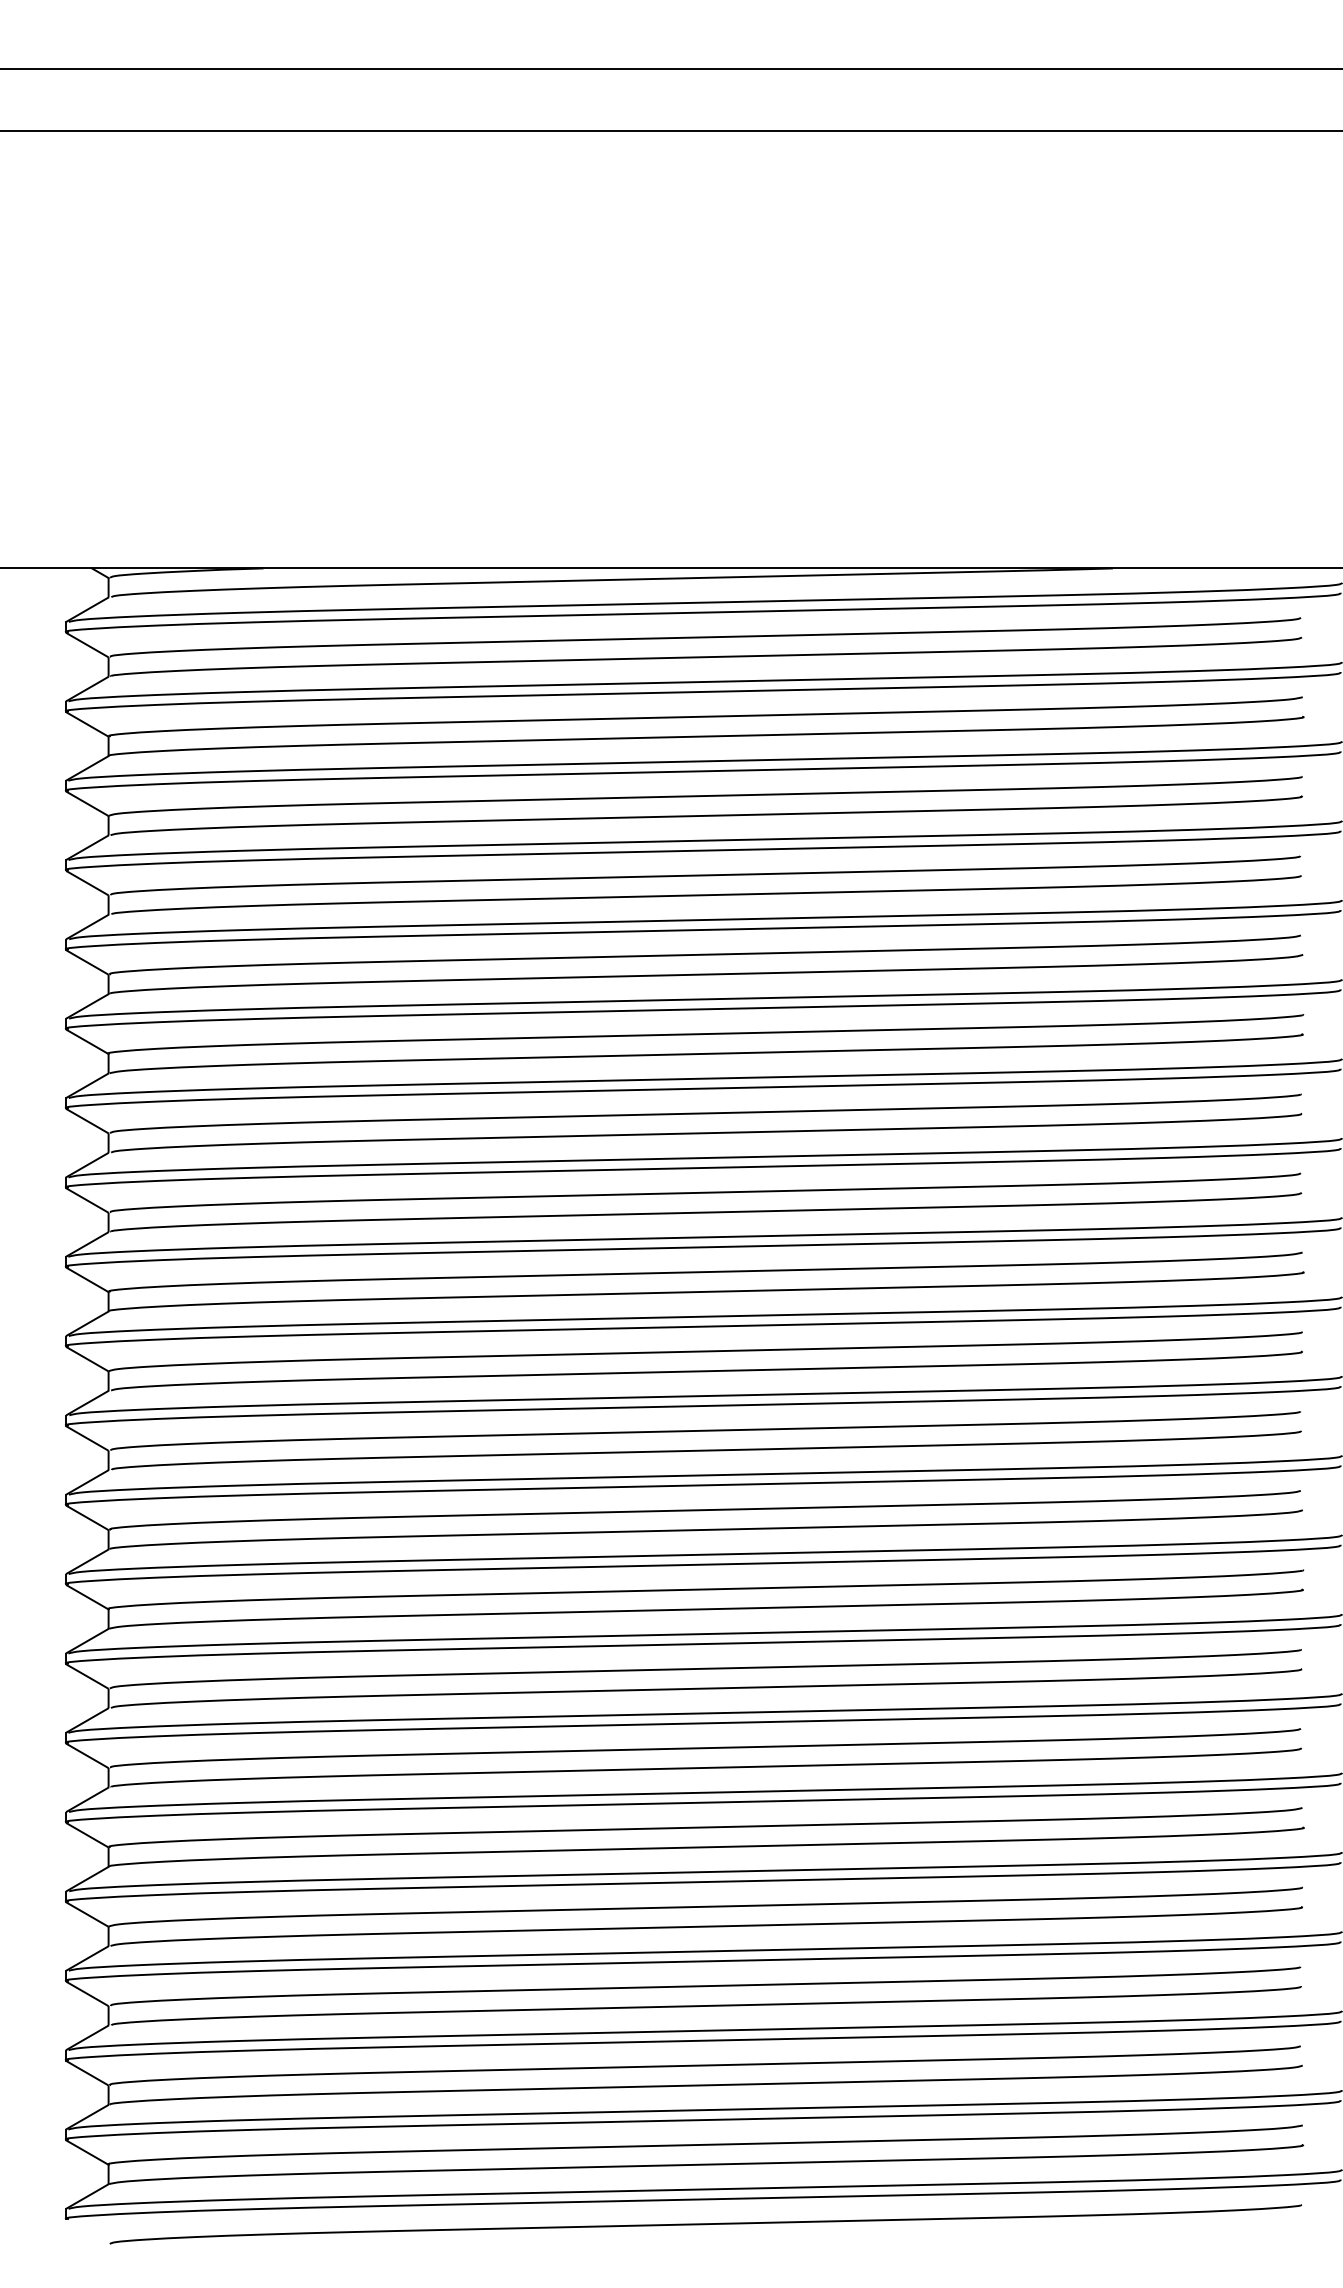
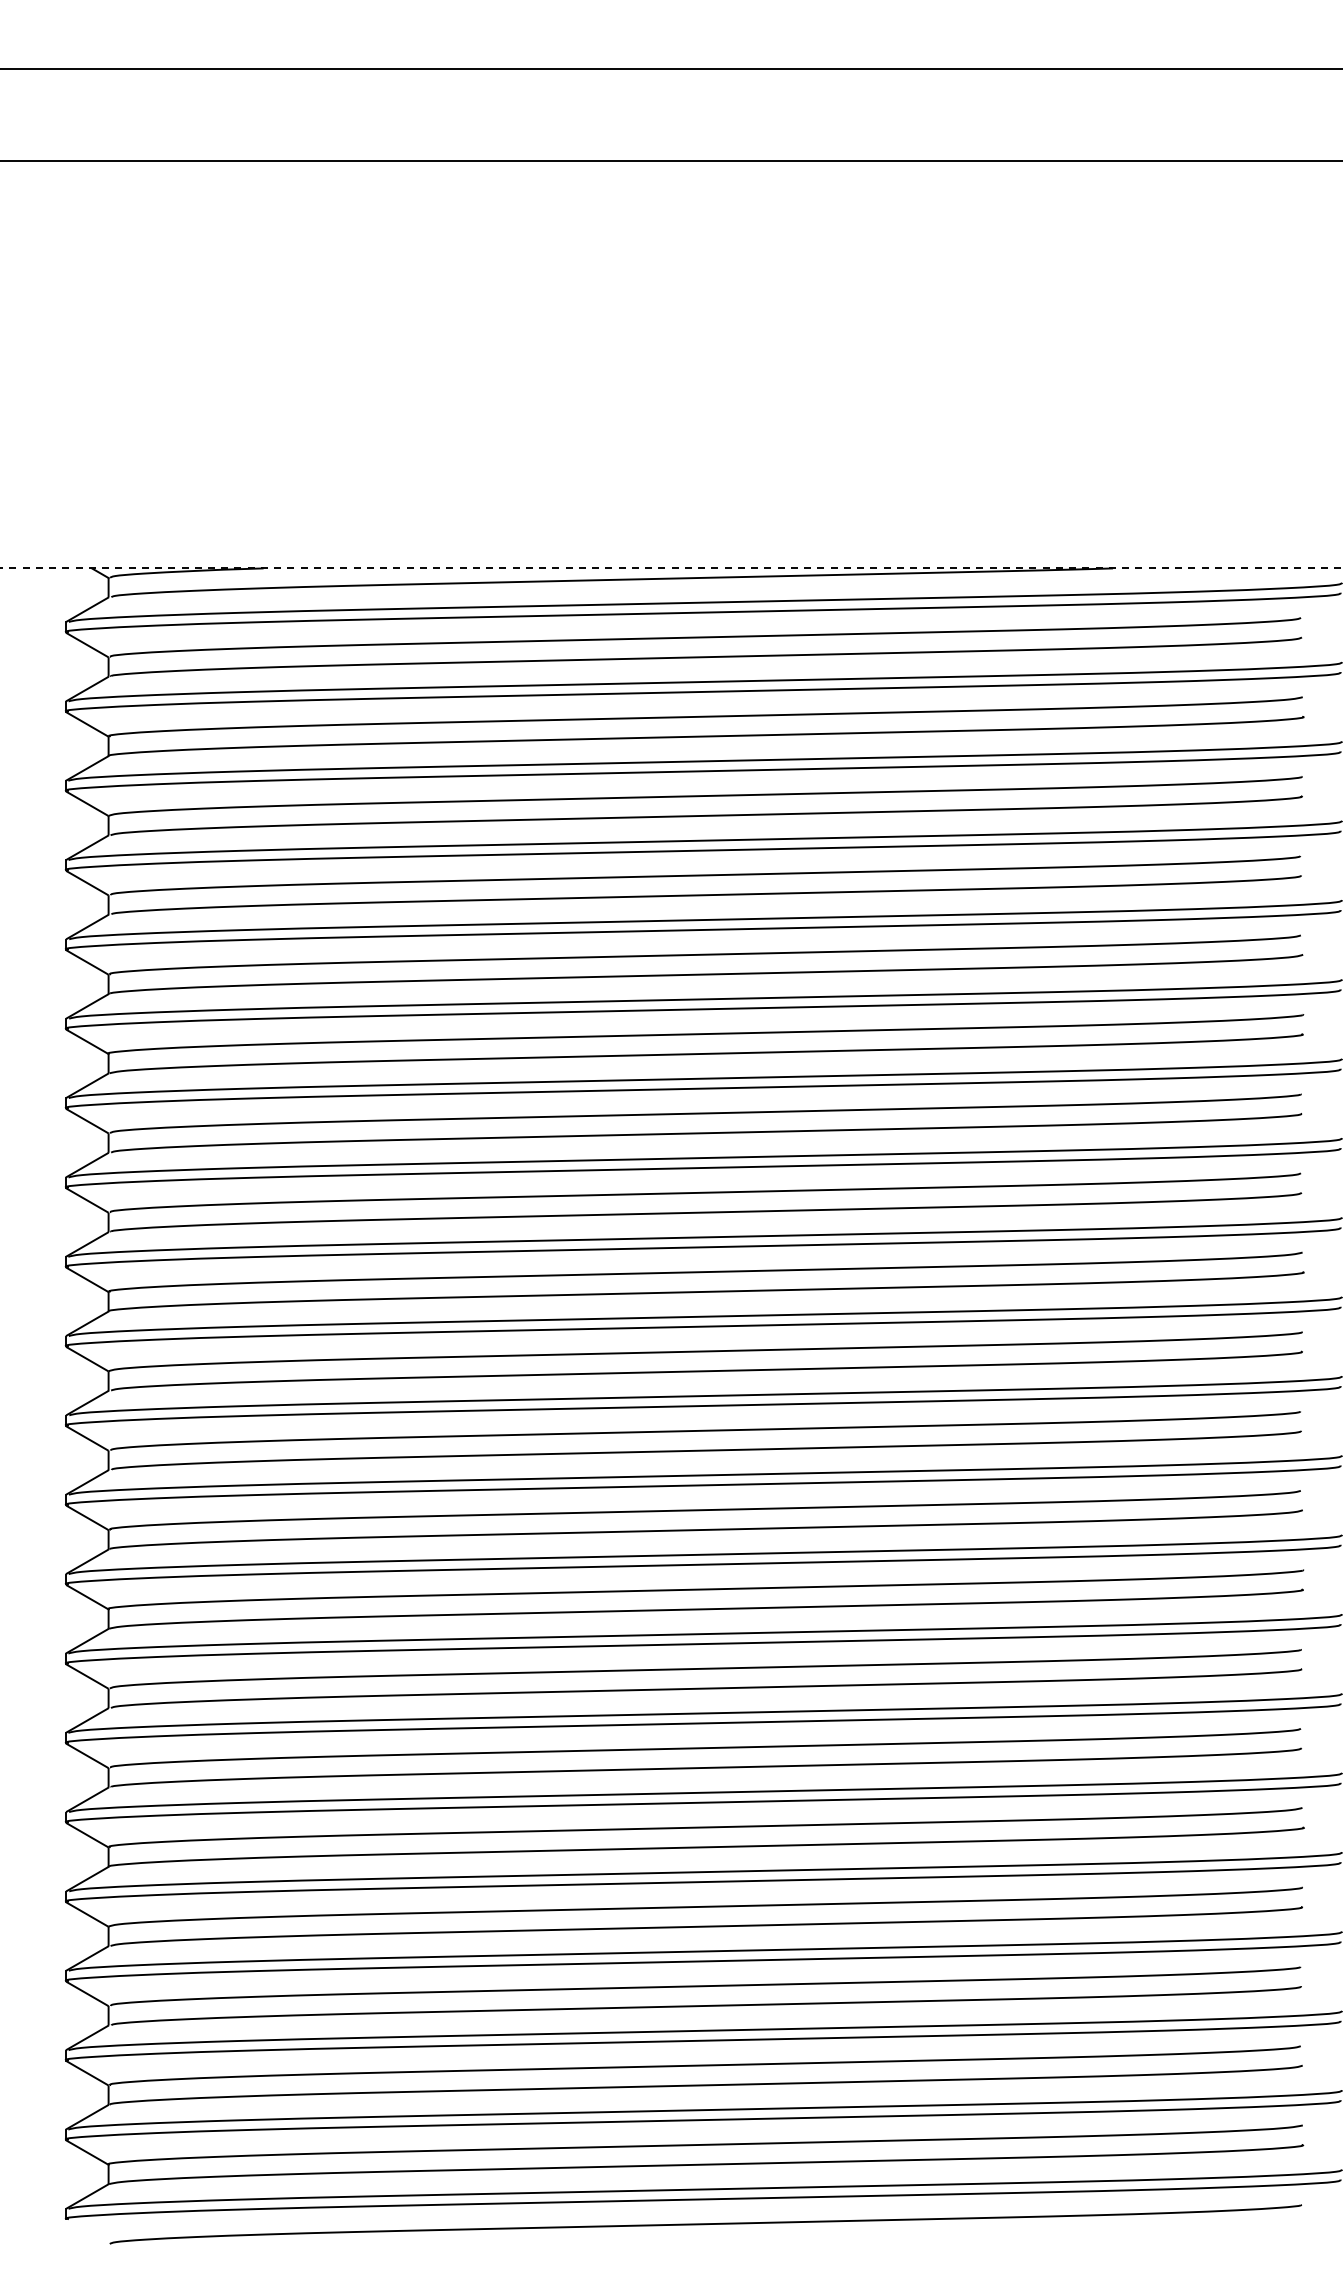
line at (670, 131) position: (670, 131) -> (670, 161)
line at (671, 568): solid -> dashed
